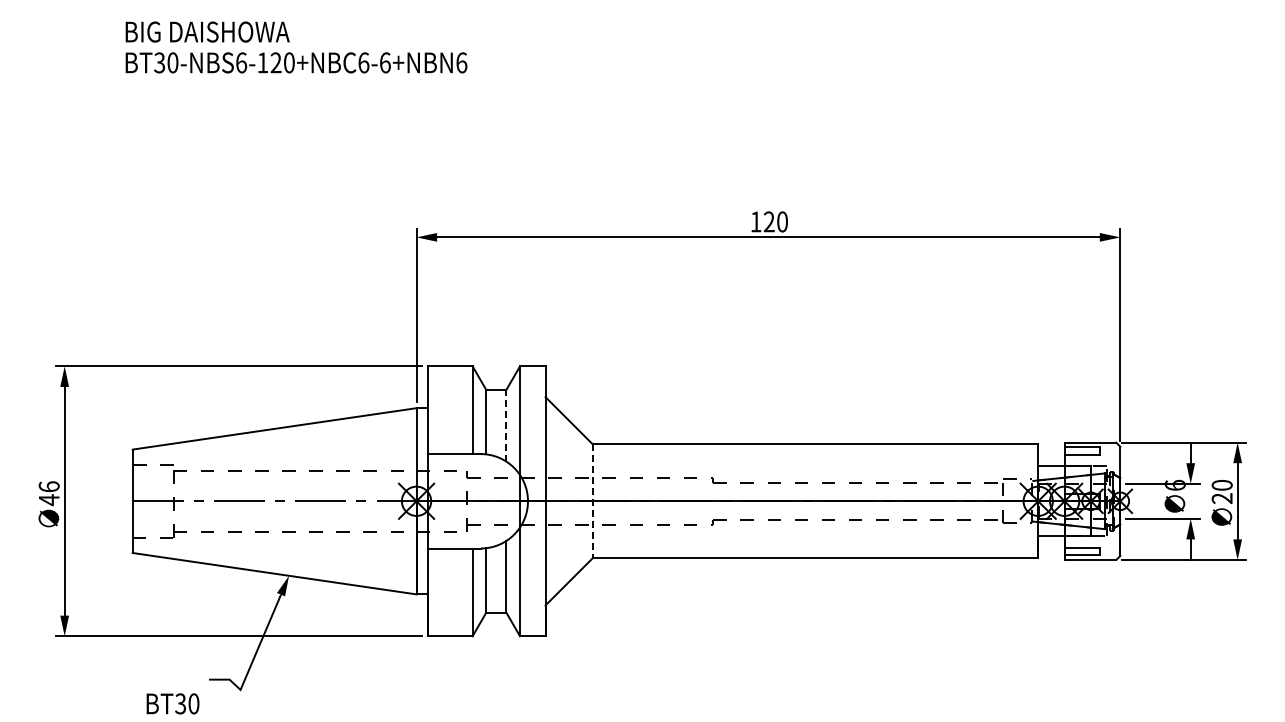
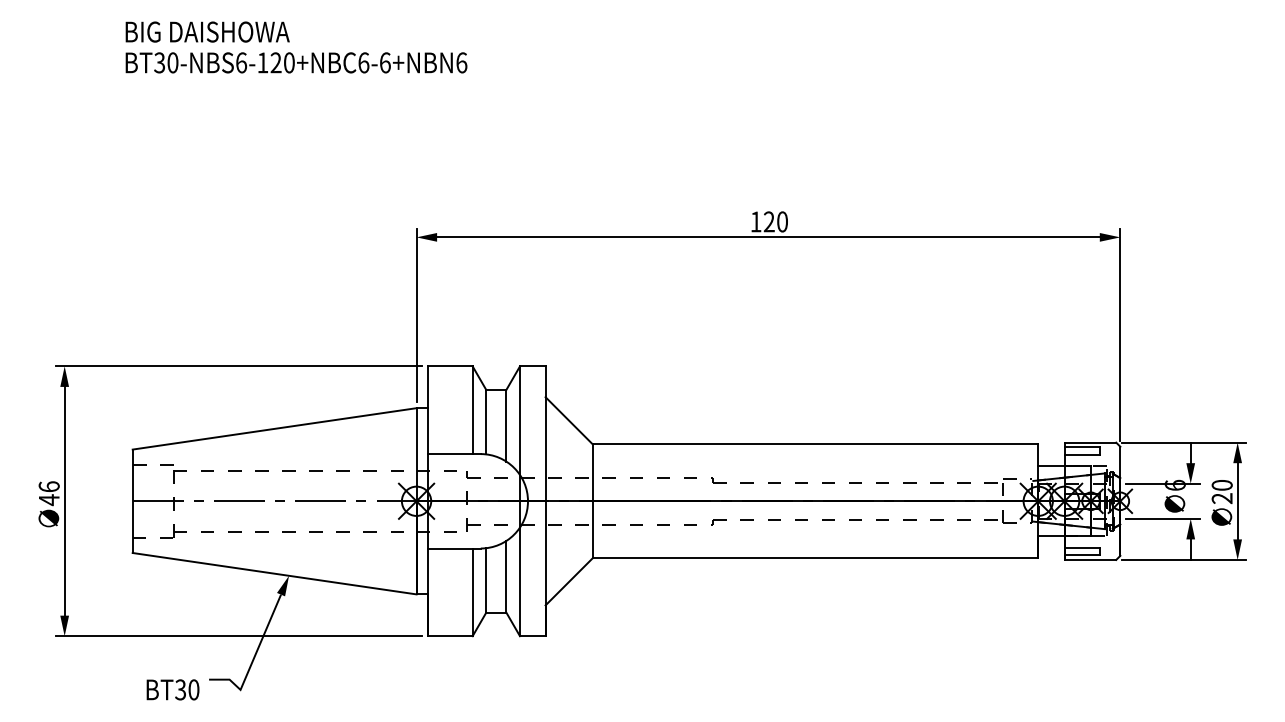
line at (506, 425): dashed -> solid
line at (592, 501): dashed -> solid
text at (172, 703) position: (172, 703) -> (172, 689)
